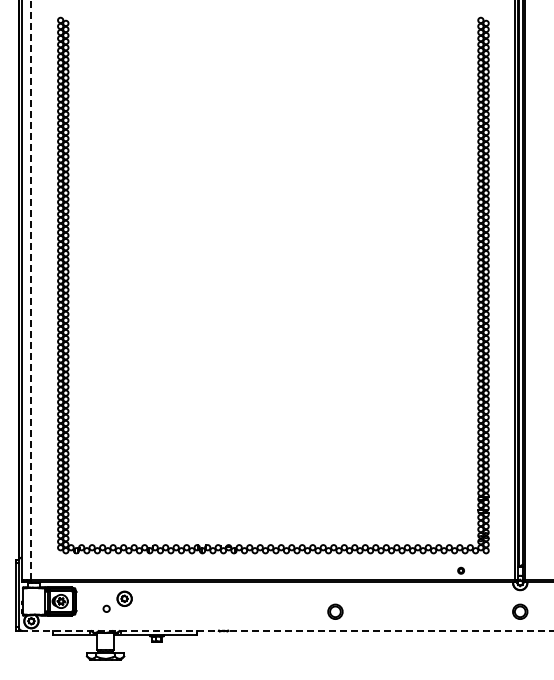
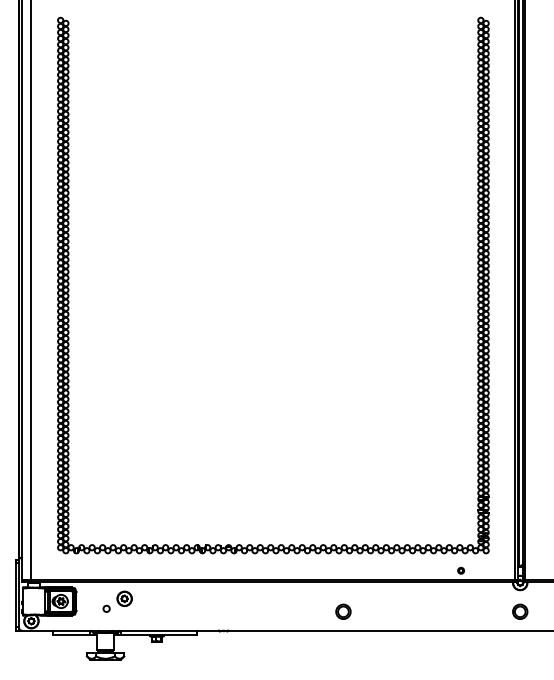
line at (30, 289): dashed -> solid
part at (335, 611) position: (335, 611) -> (343, 611)
line at (287, 630): dashed -> solid
